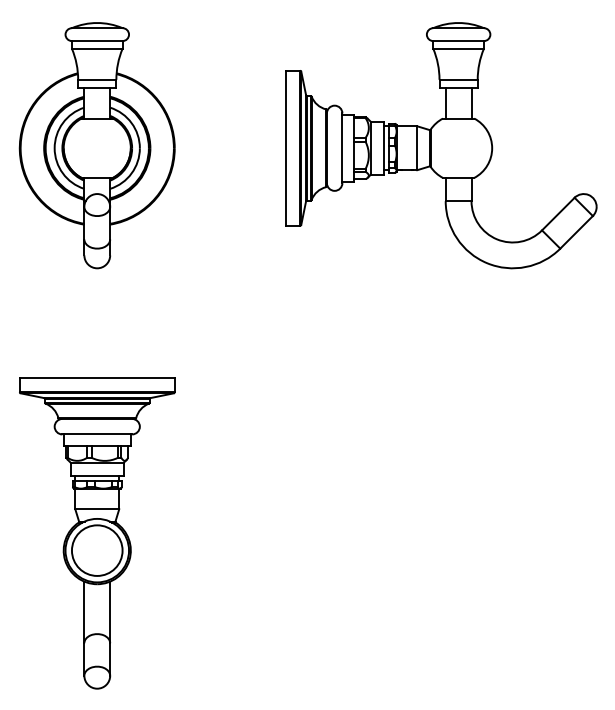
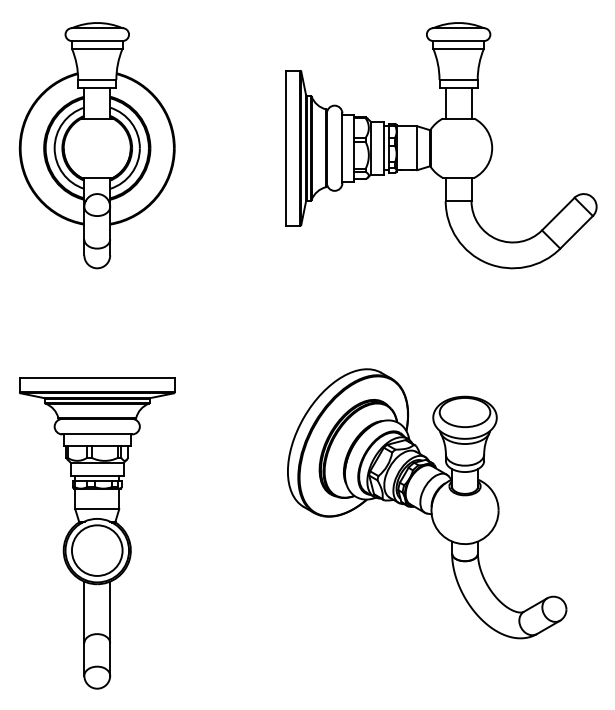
part at (427, 503): none -> present
